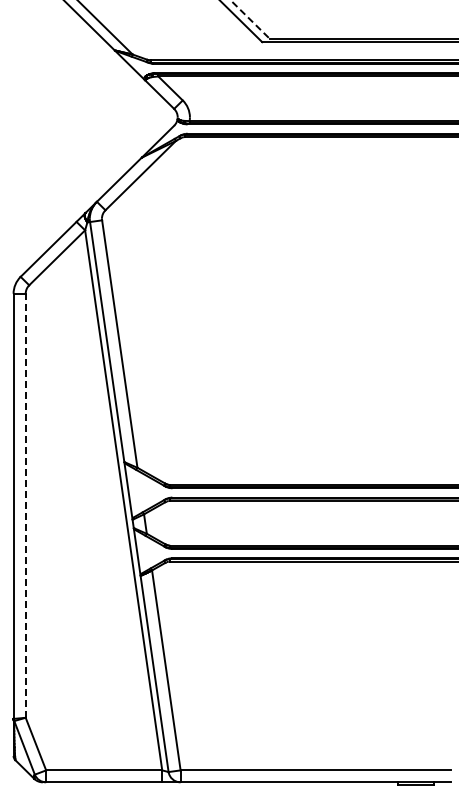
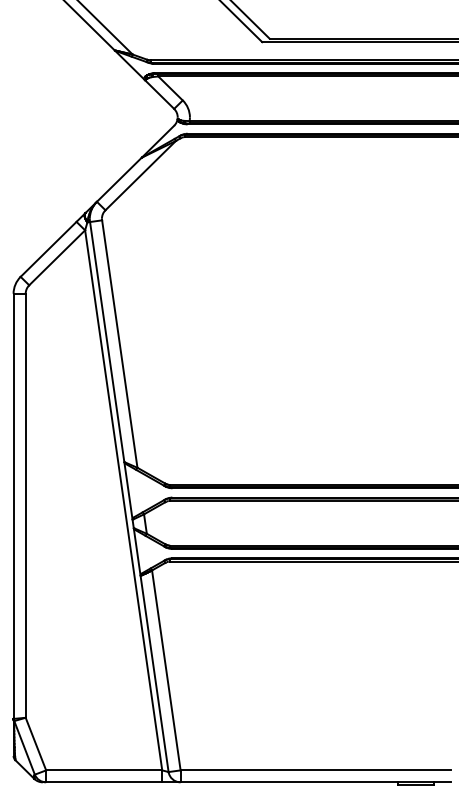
line at (250, 19): dashed -> solid
line at (25, 505): dashed -> solid
